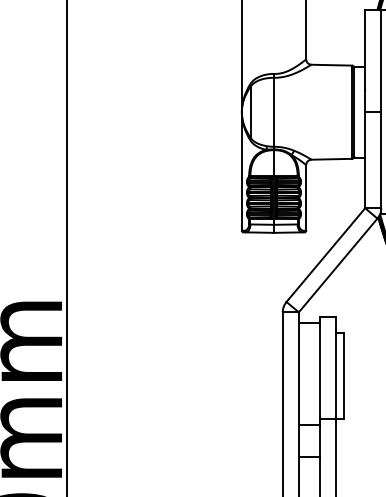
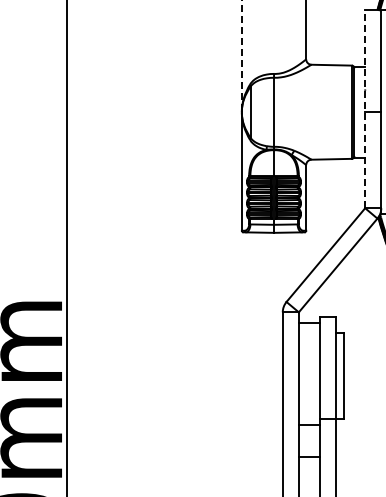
line at (241, 56): solid -> dashed
line at (365, 109): solid -> dashed
